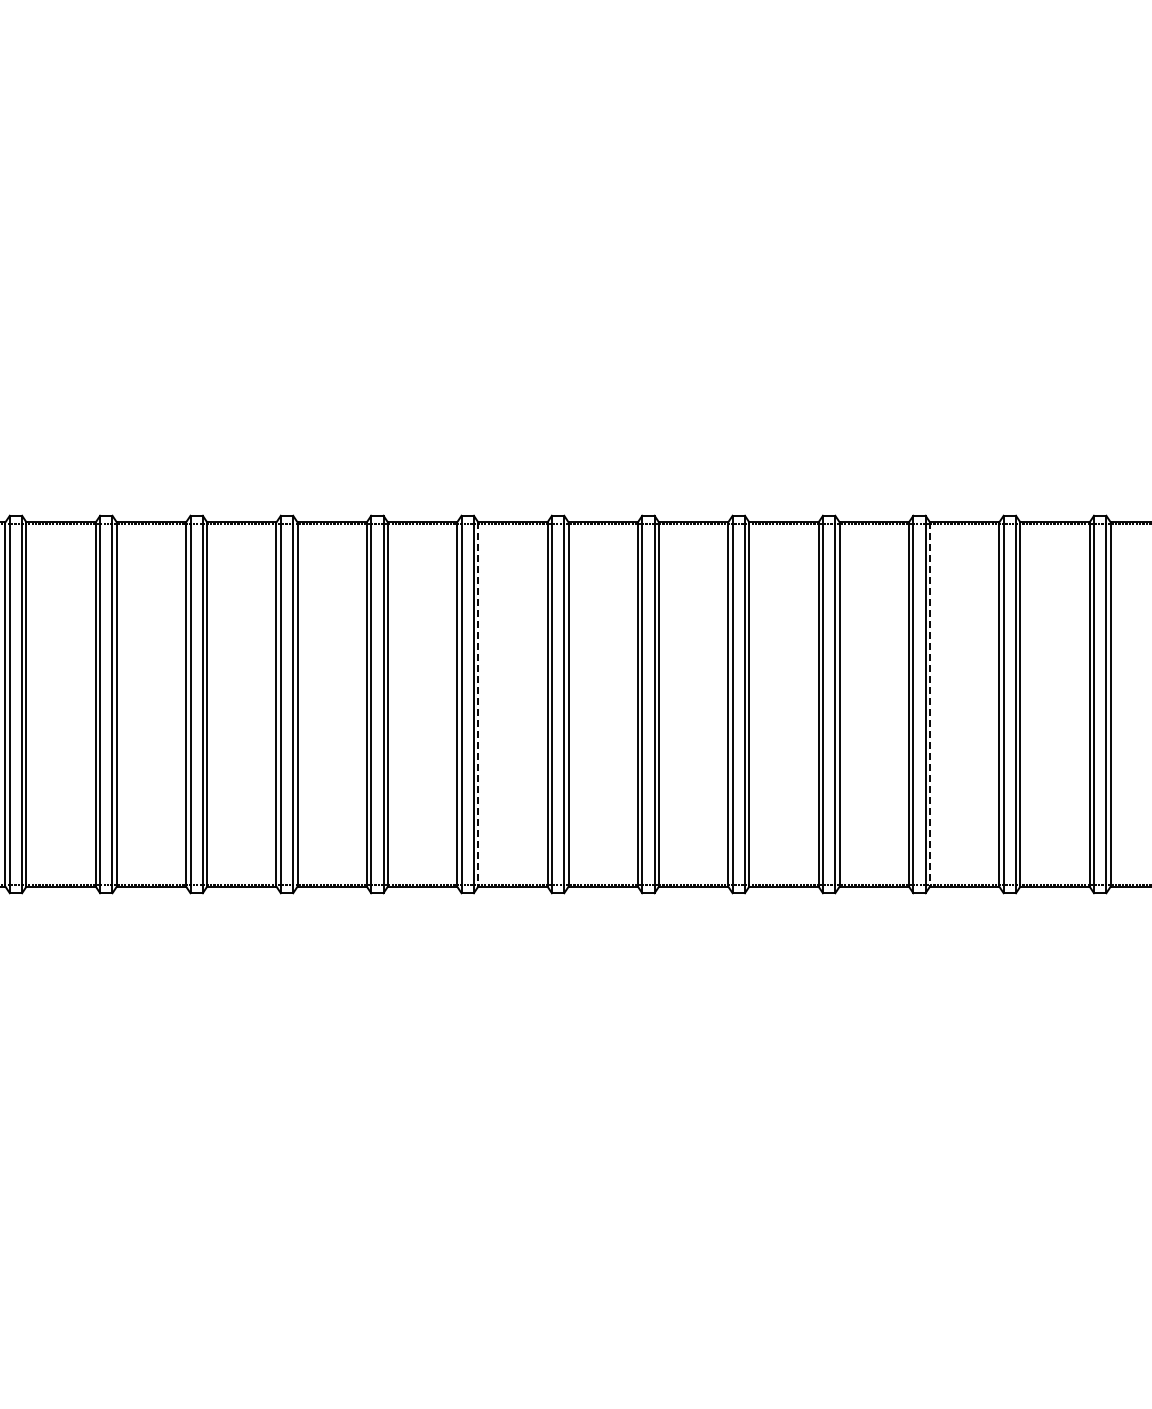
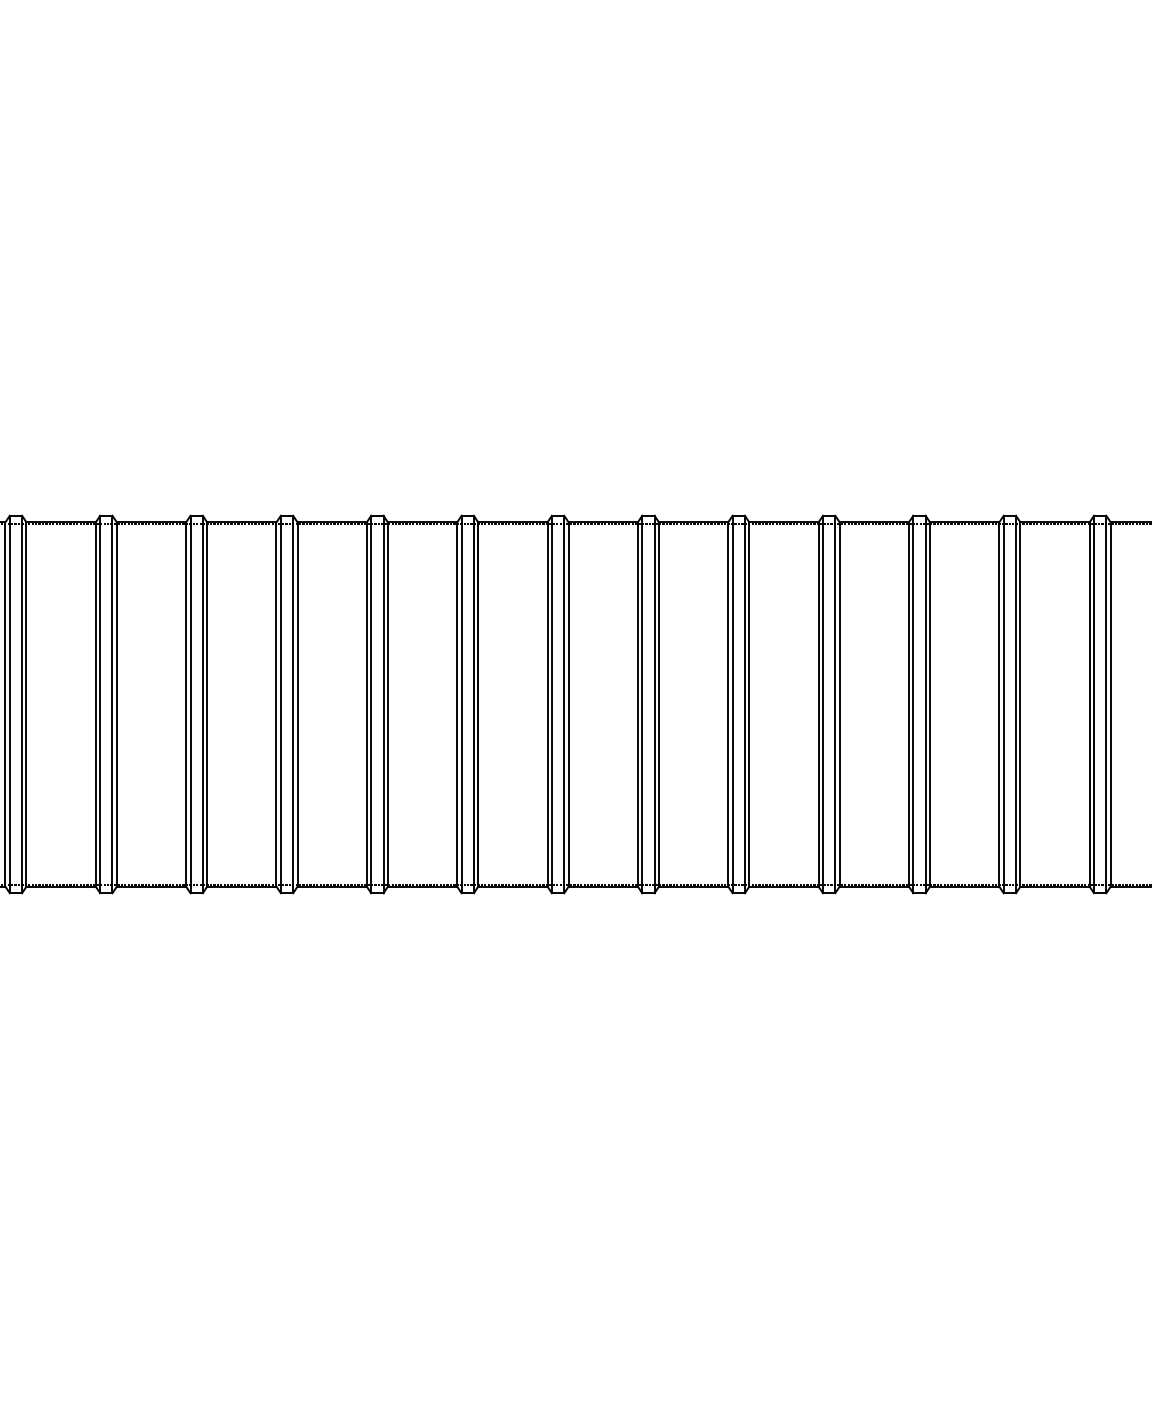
line at (478, 705): dashed -> solid
line at (930, 705): dashed -> solid
